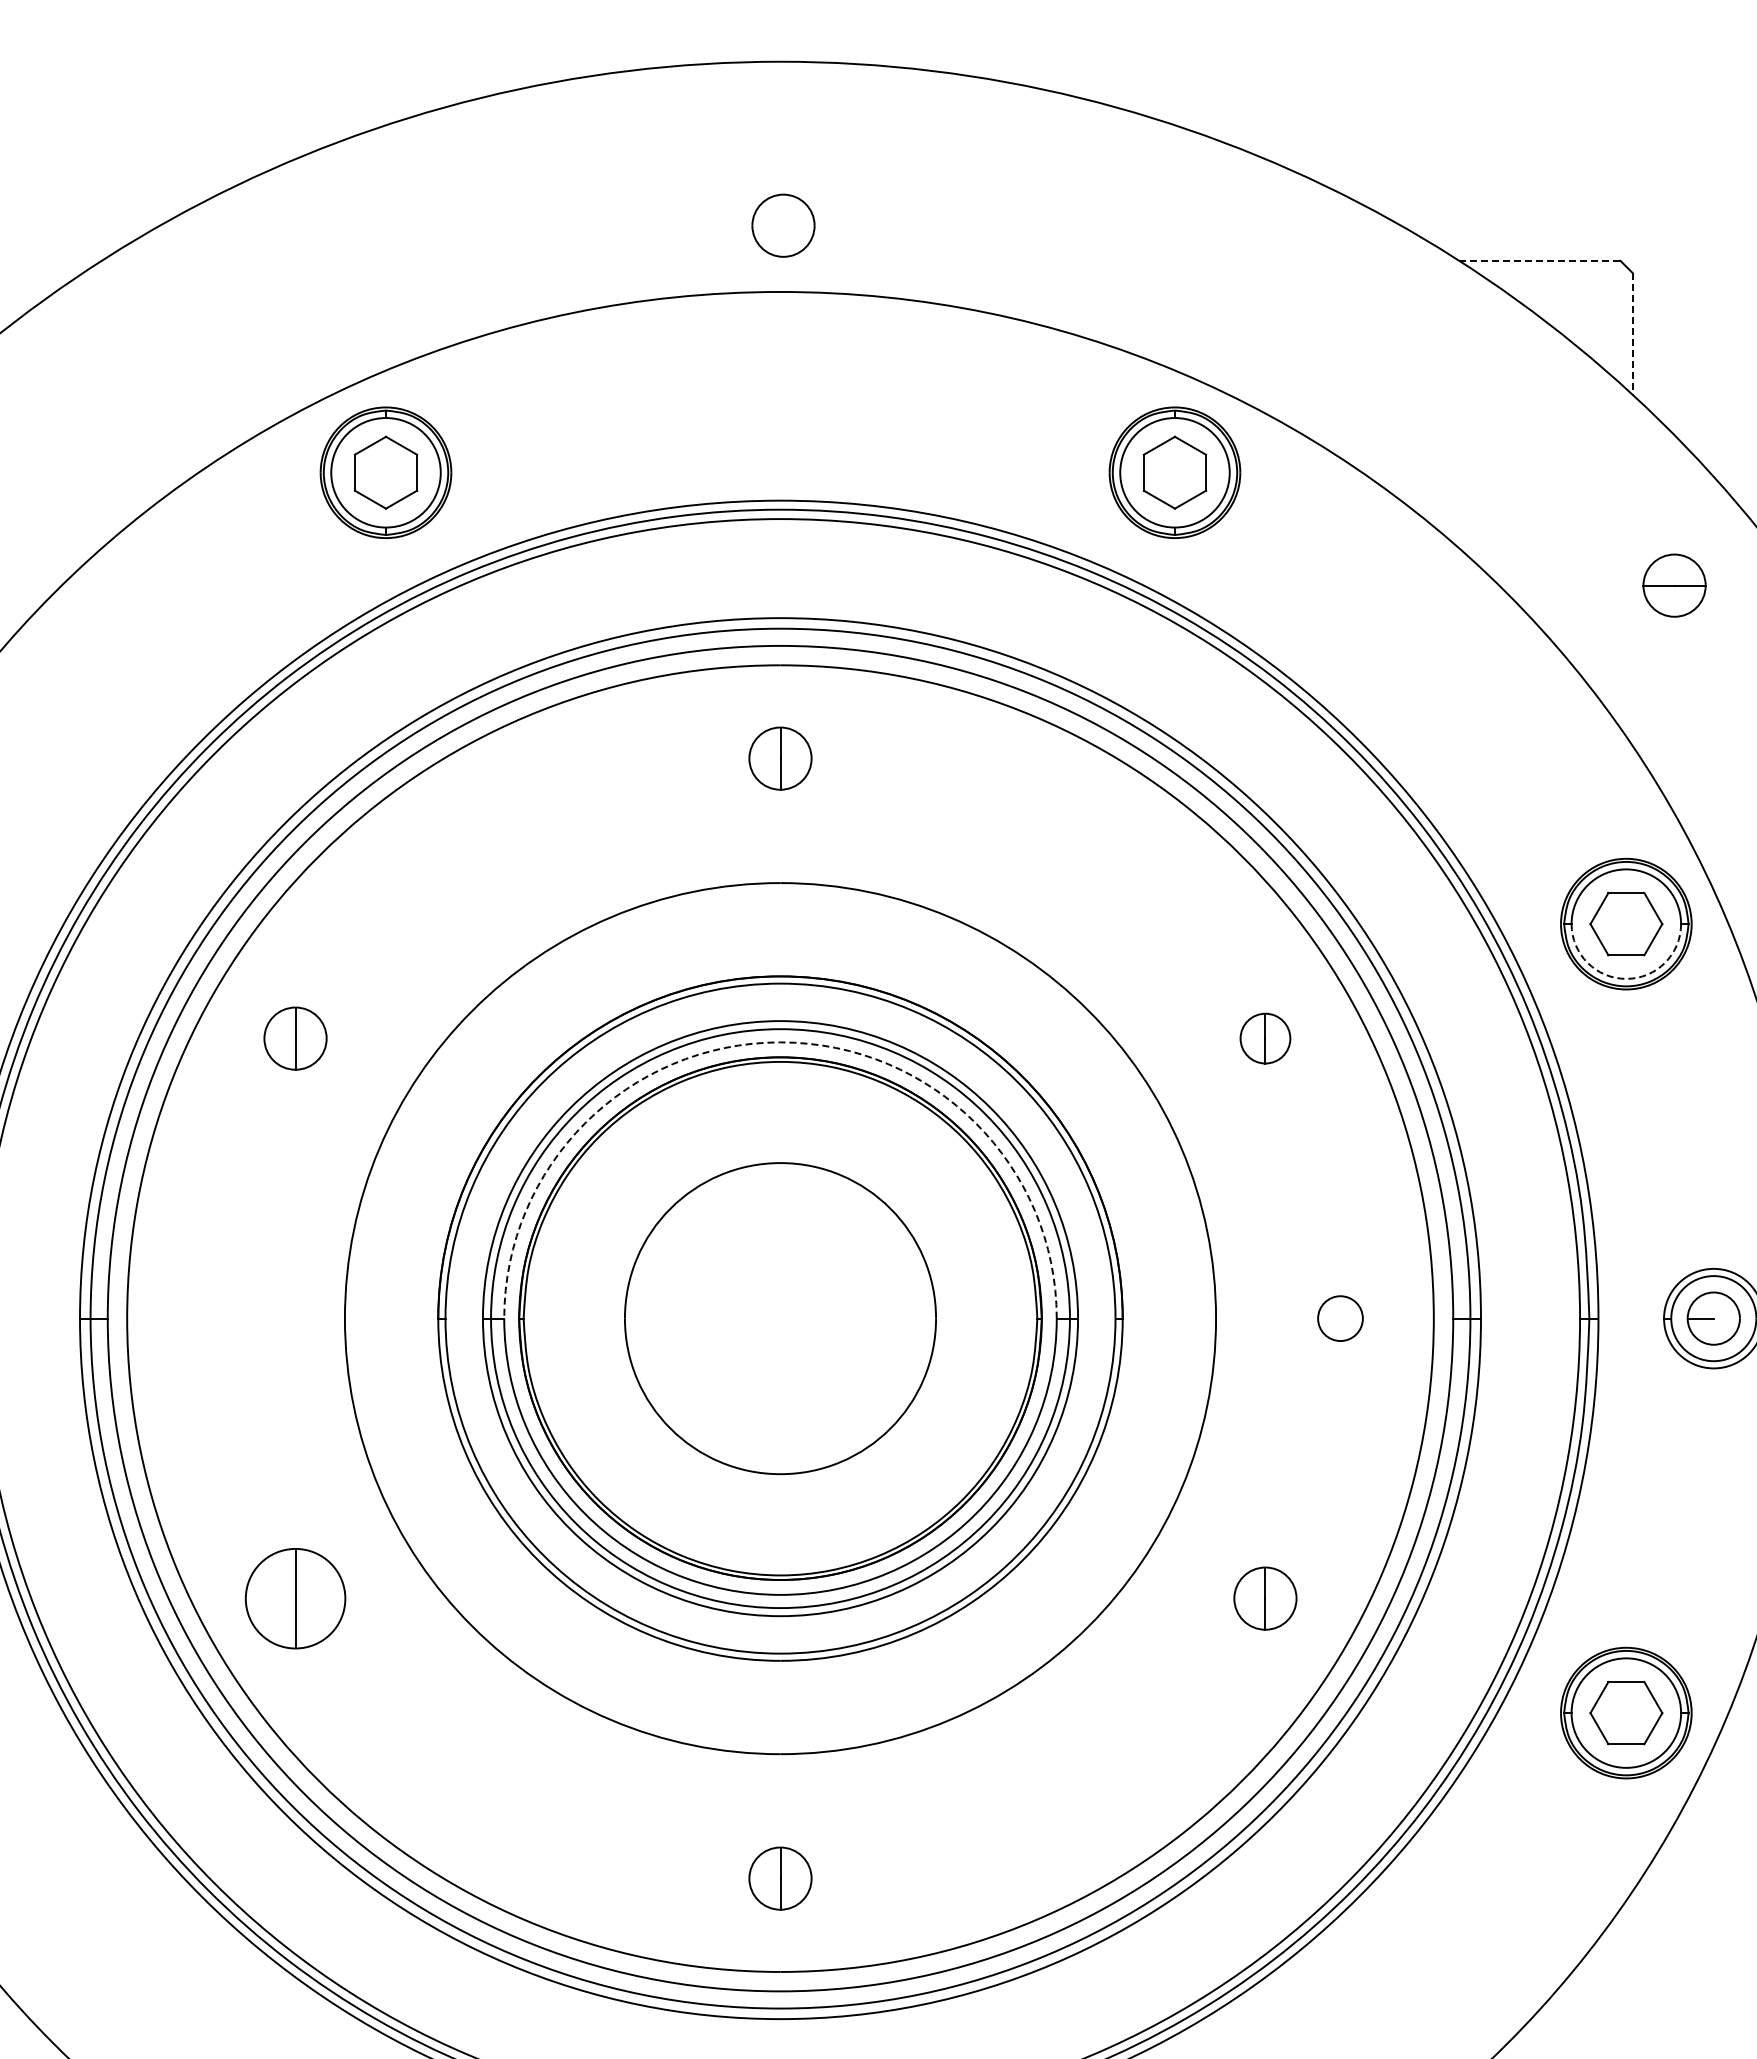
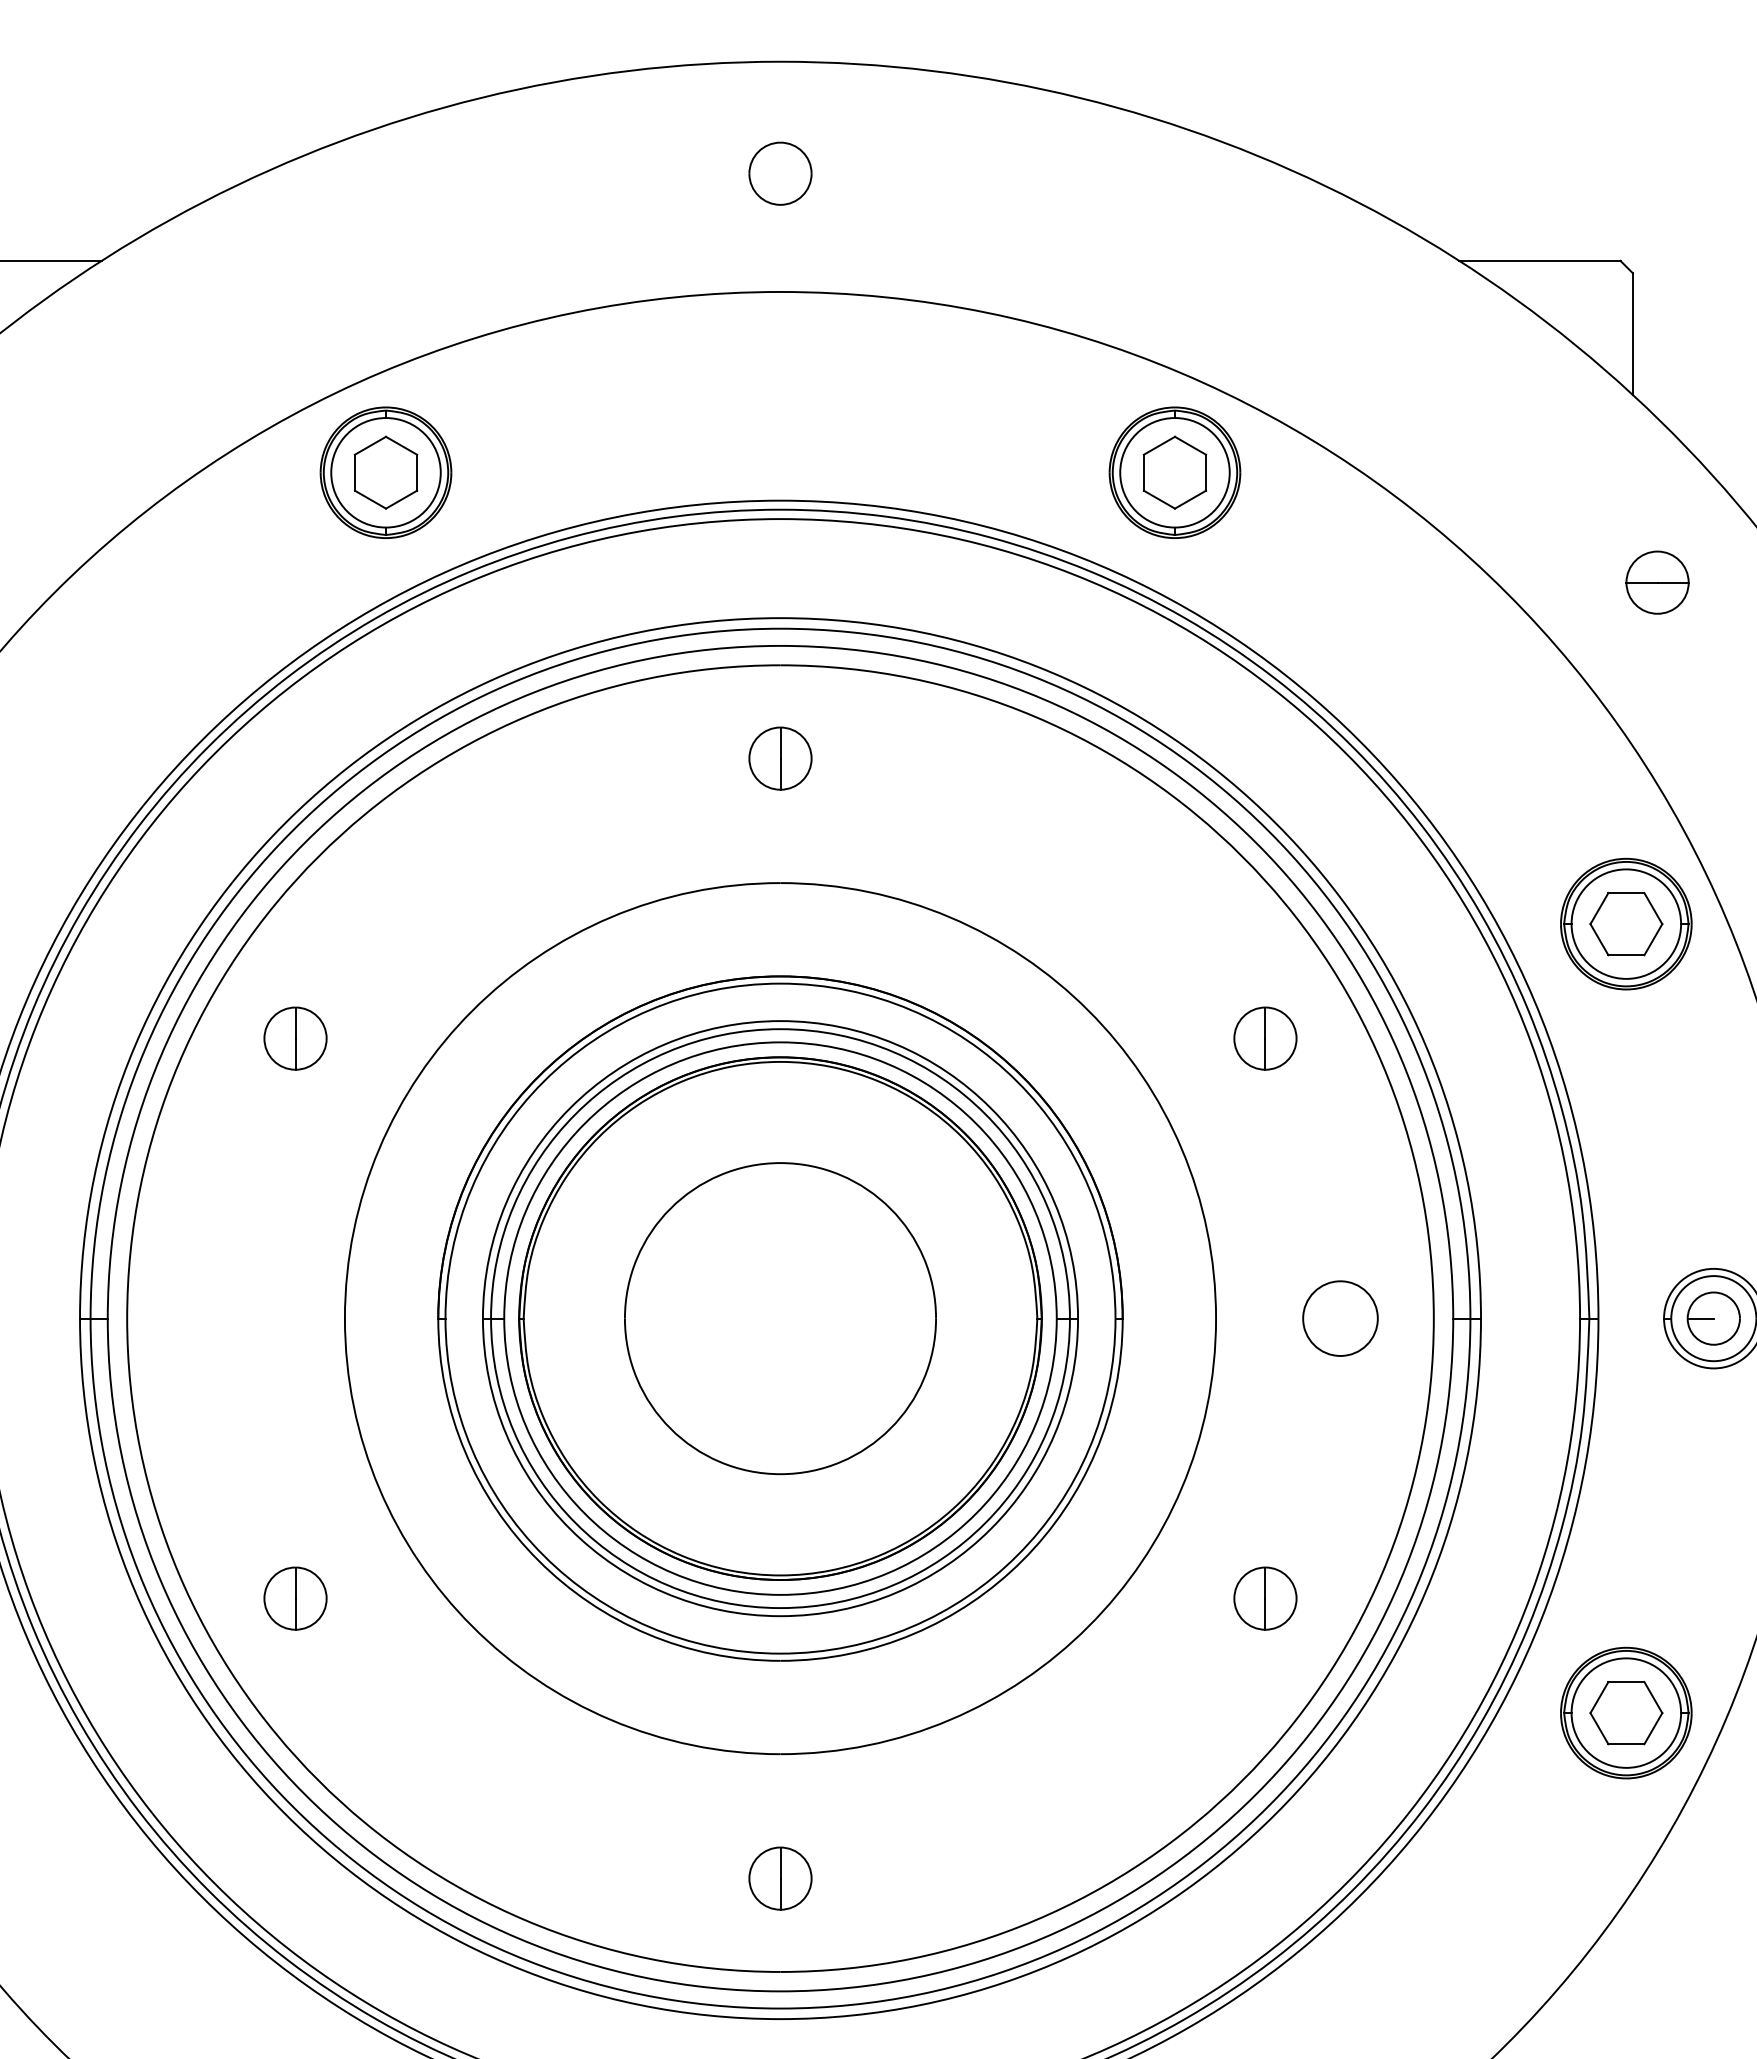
part at (783, 225) position: (783, 225) -> (780, 173)
line at (51, 260): none -> present
line at (1539, 260): dashed -> solid
line at (1632, 334): dashed -> solid
part at (1674, 585) position: (1674, 585) -> (1657, 582)
arc at (1626, 978): dashed -> solid
part at (1265, 1038) size: 53x53 px -> 65x65 px
arc at (780, 1042): dashed -> solid
circle at (1340, 1318) diameter: 45 px -> 75 px
part at (295, 1598) size: 103x102 px -> 65x65 px
